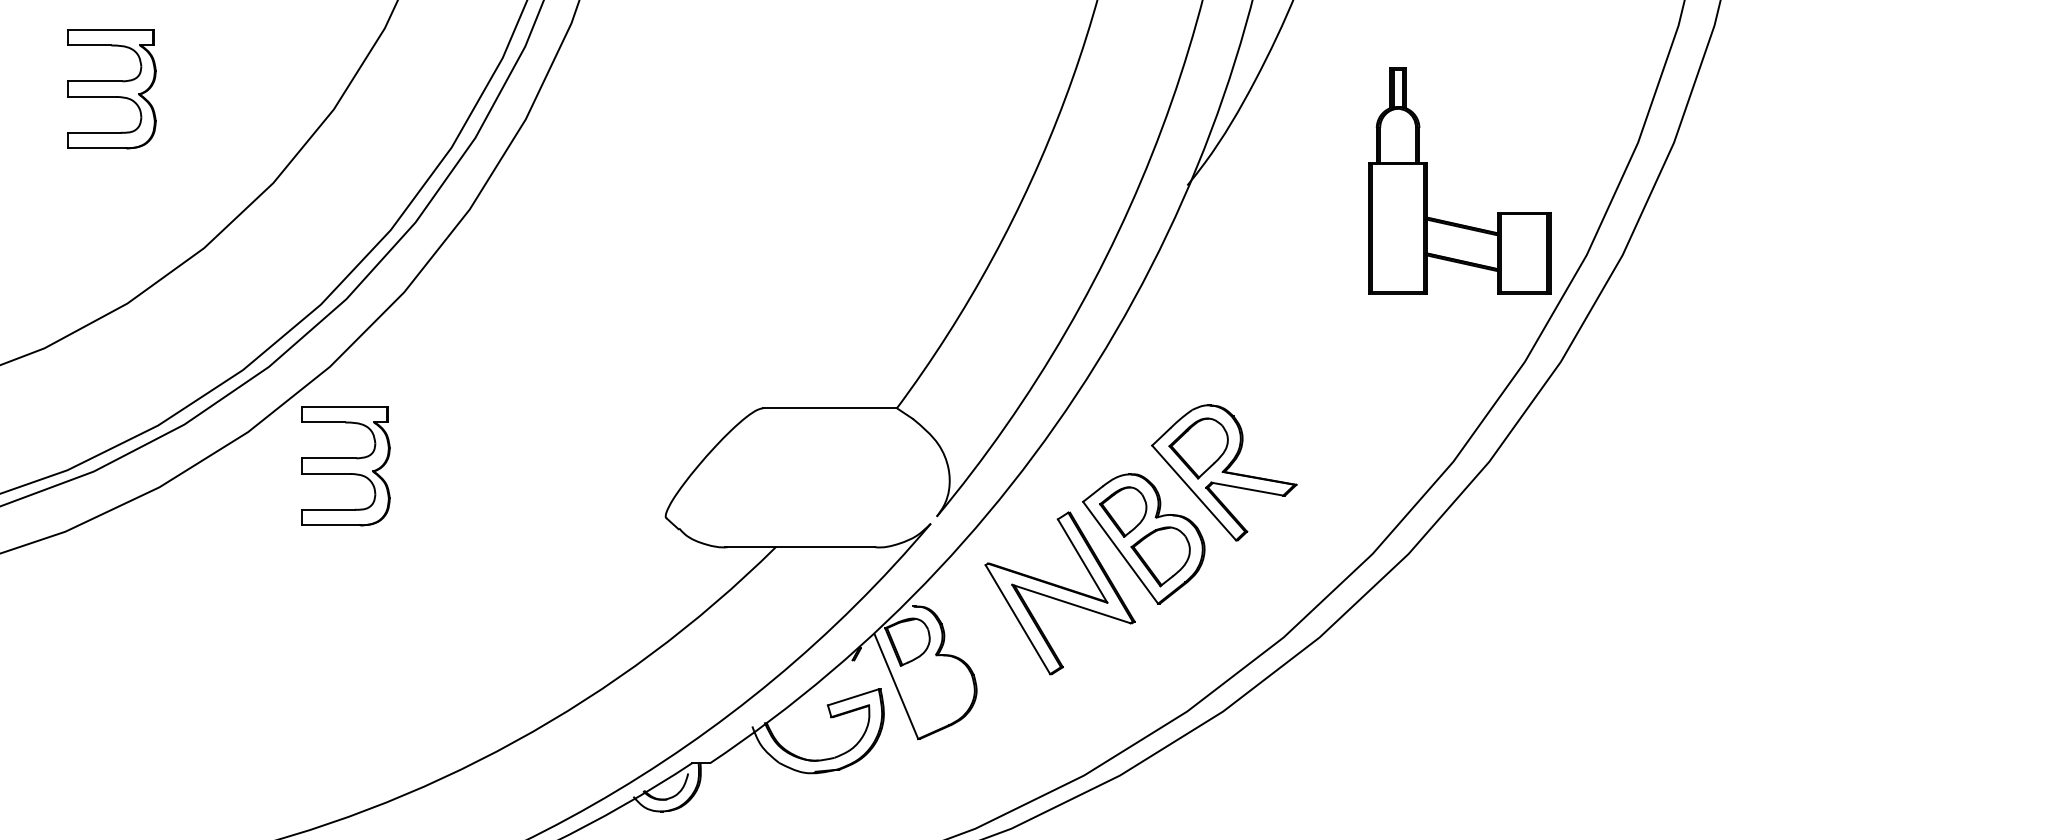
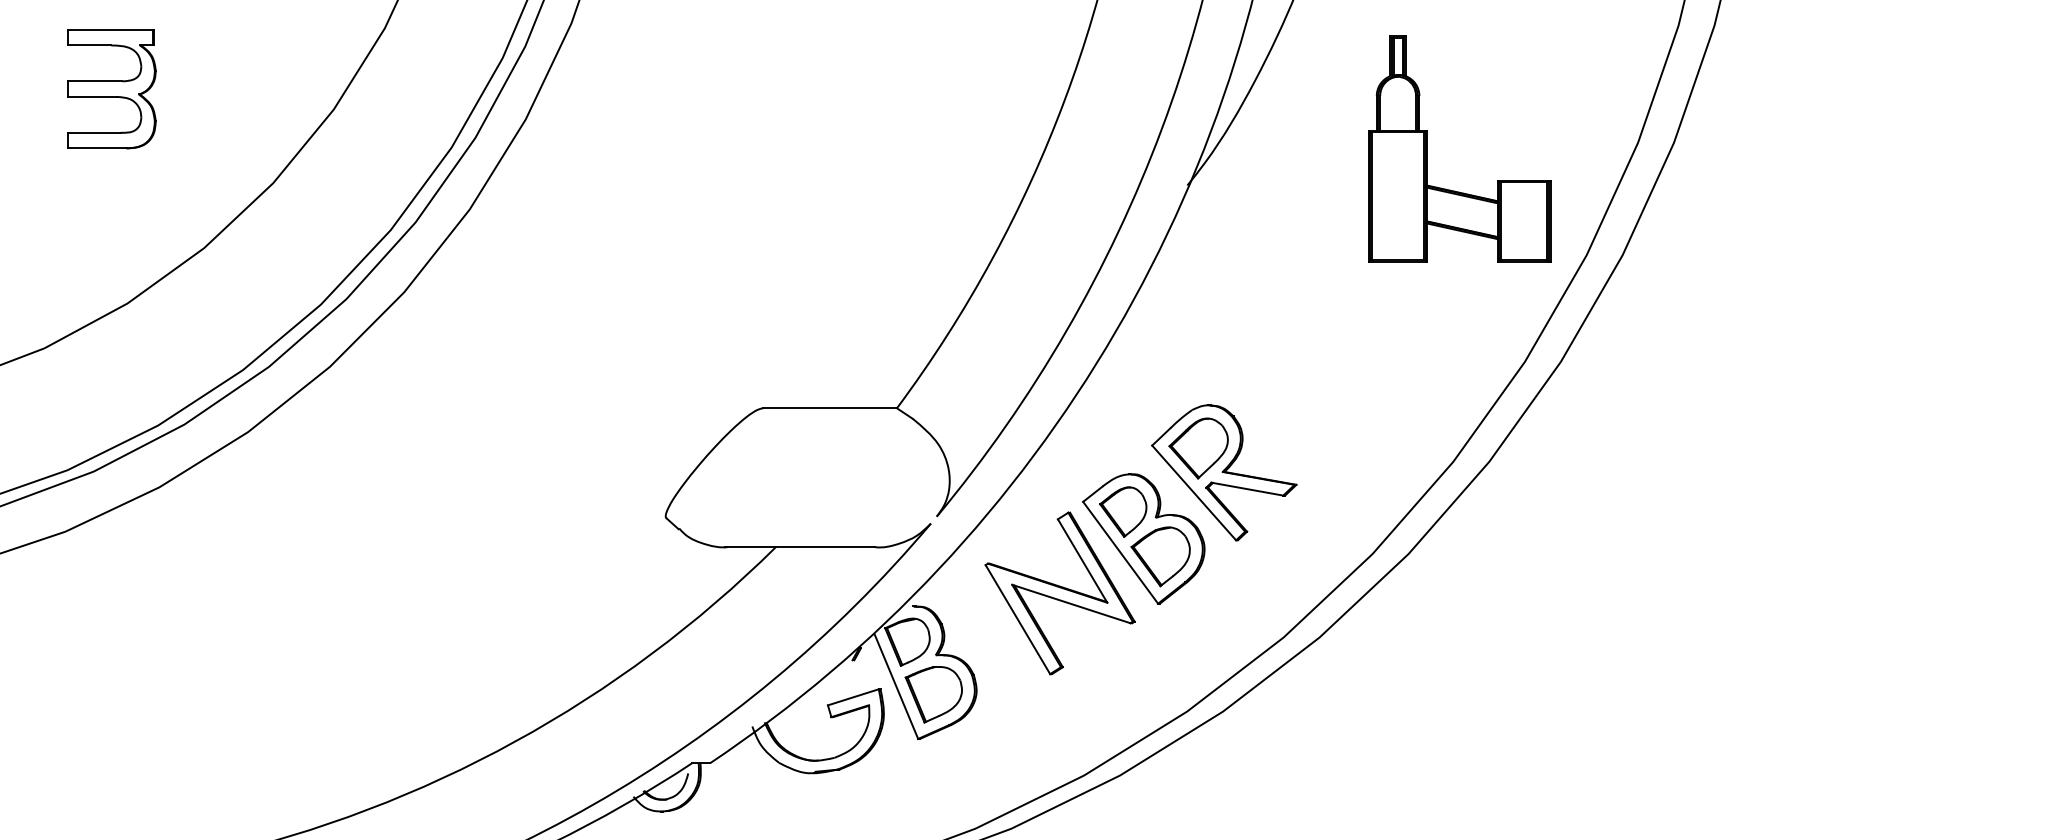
part at (1427, 180) position: (1427, 180) -> (1427, 148)
part at (345, 466): present -> none
part at (933, 694): none -> present
